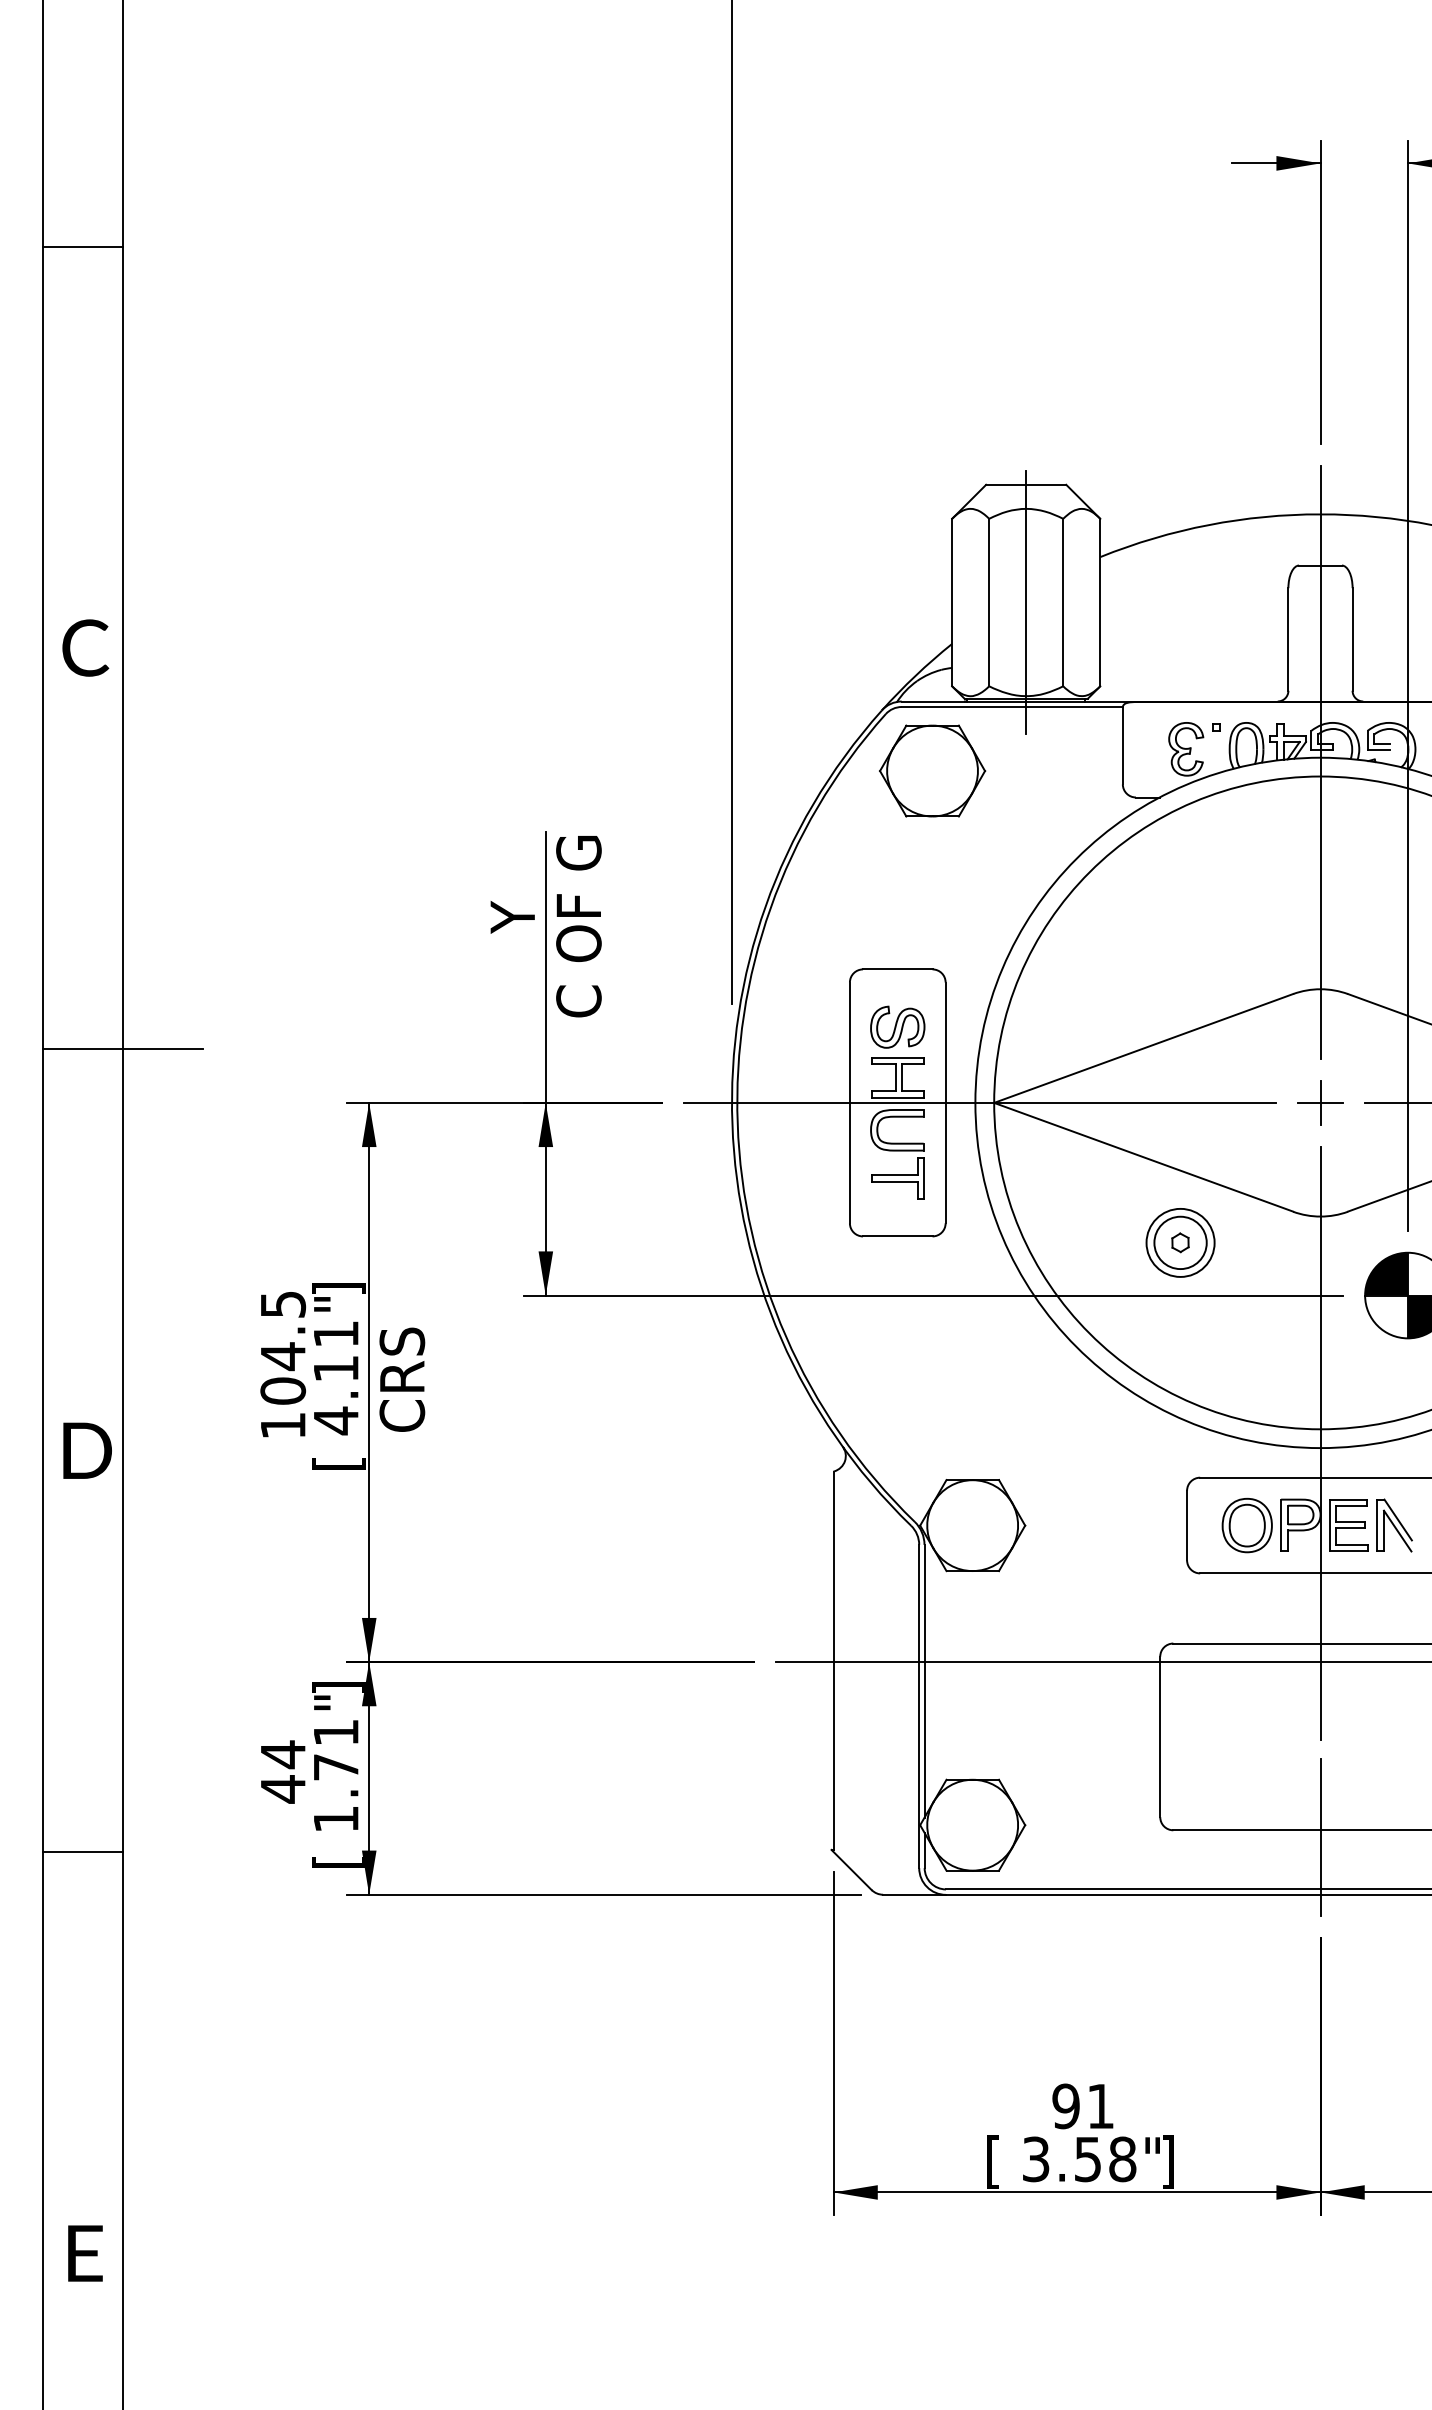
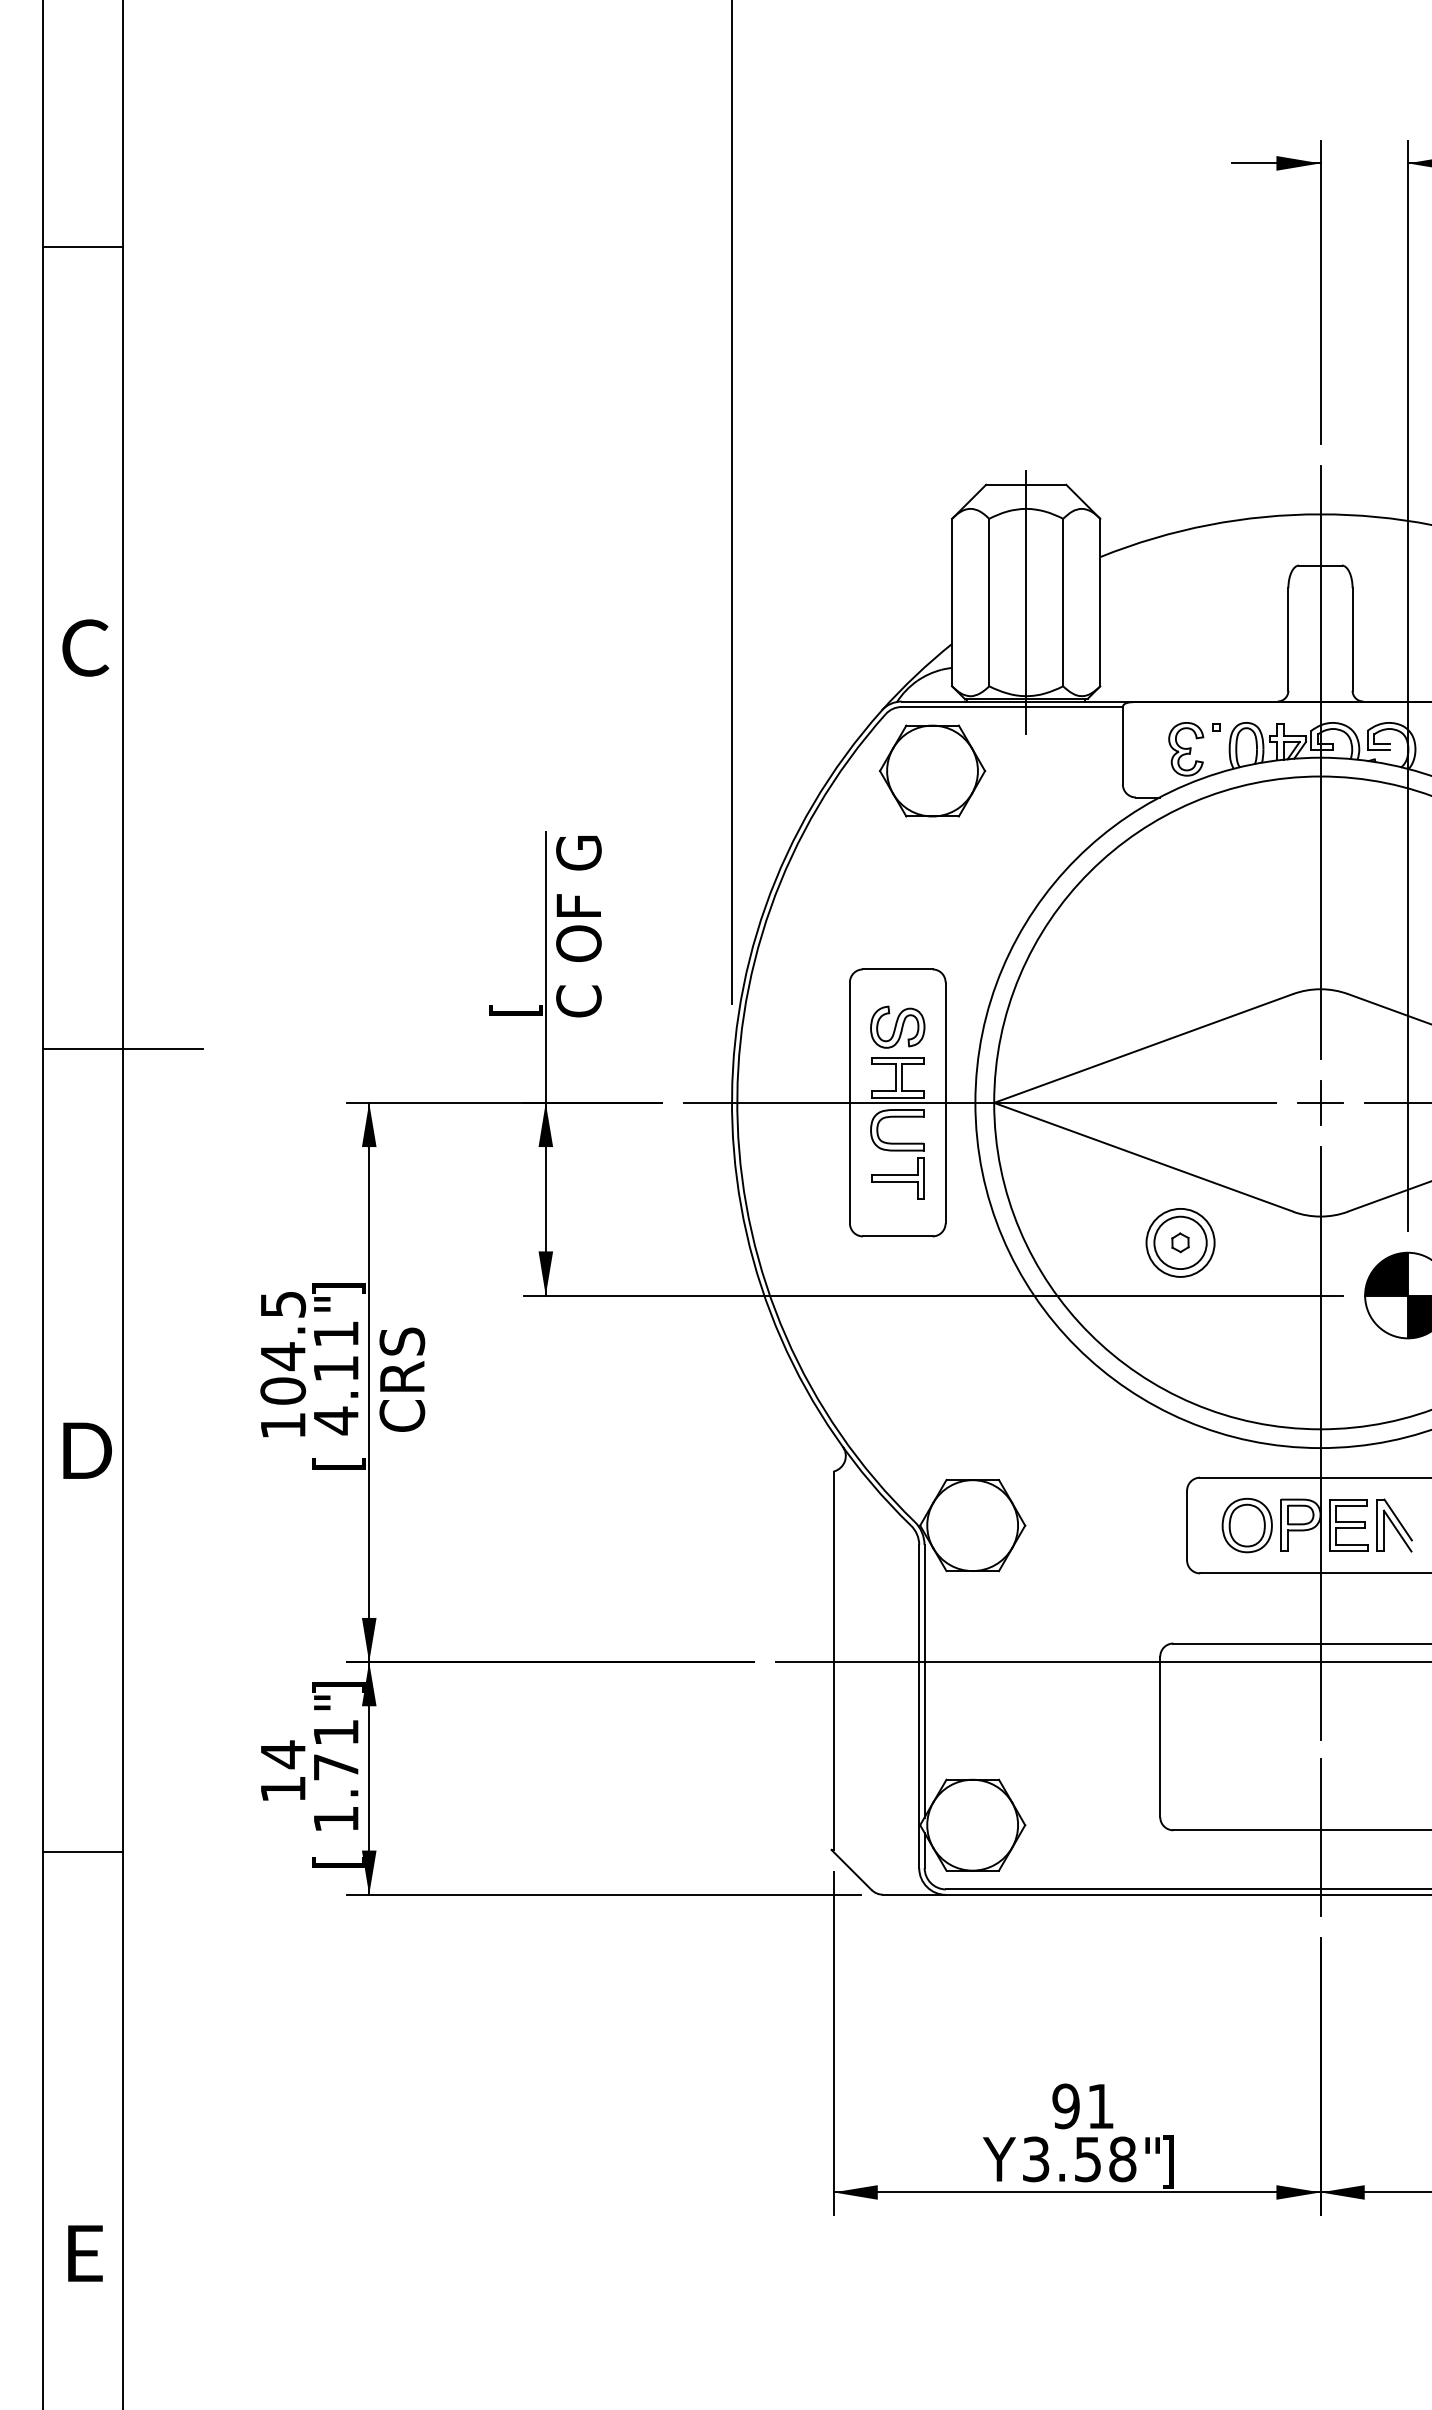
text at (515, 958): Y -> [
text at (283, 1789): 44 -> 14
text at (999, 2161): [ -> Y
